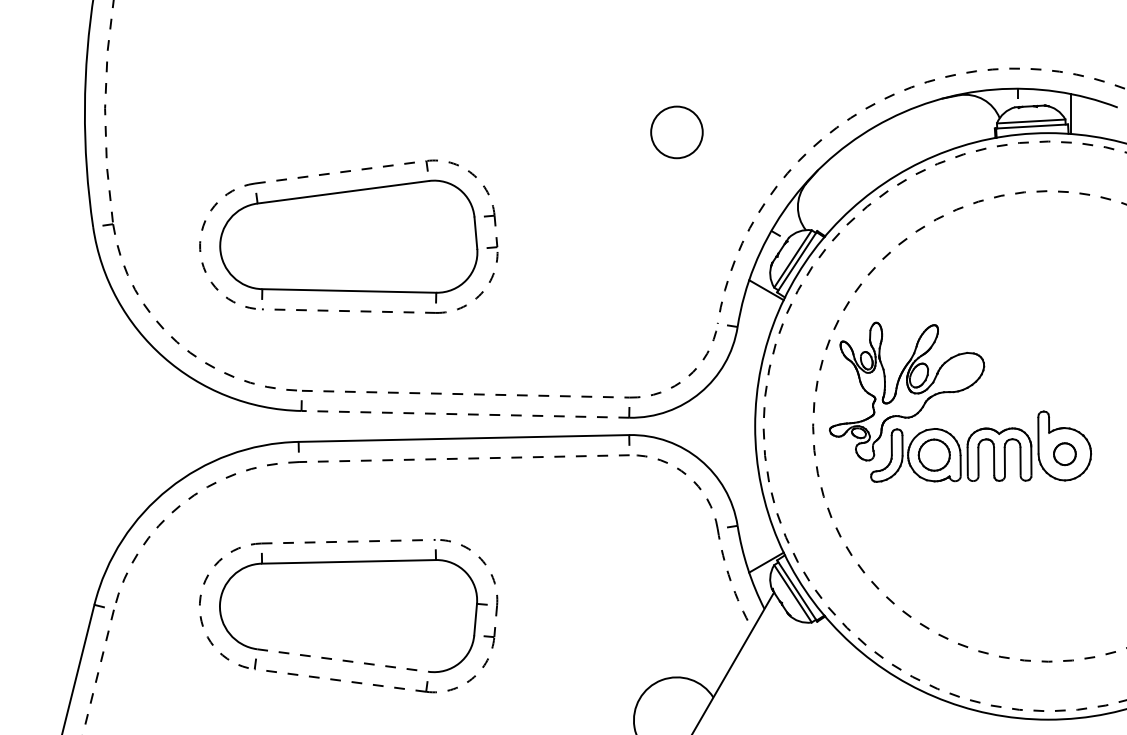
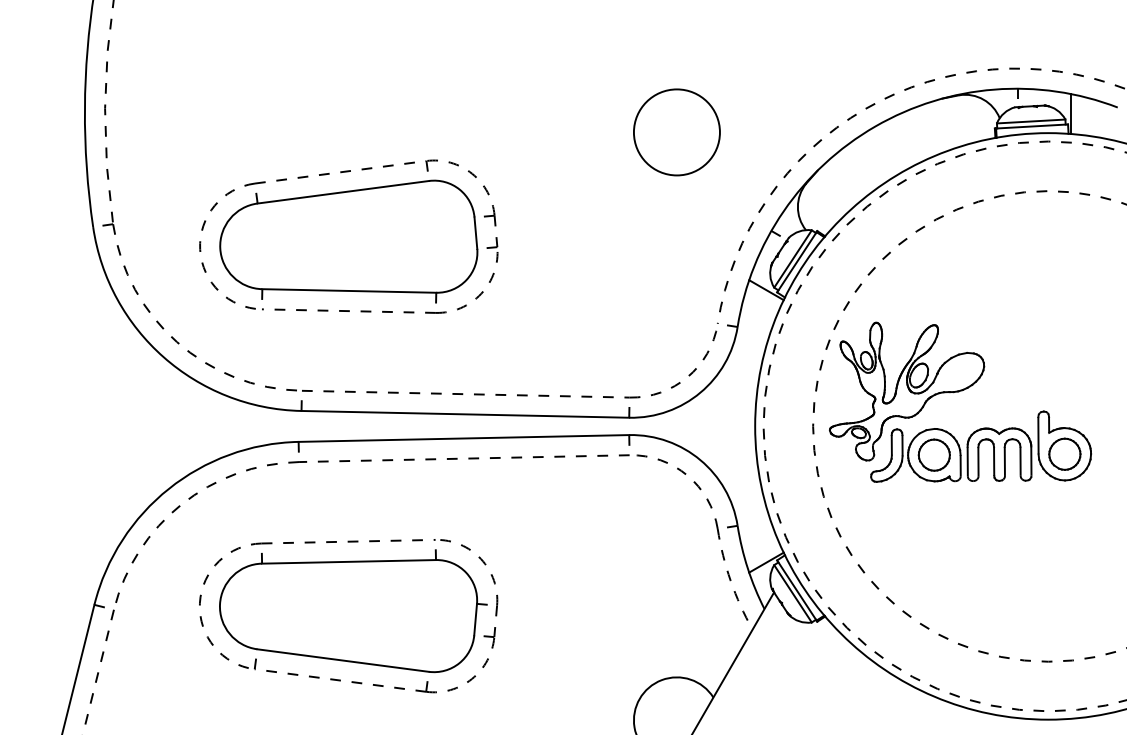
circle at (676, 132) diameter: 52 px -> 86 px
line at (465, 414): dashed -> solid
part at (1064, 454) size: 24x25 px -> 34x34 px
line at (343, 660): dashed -> solid
